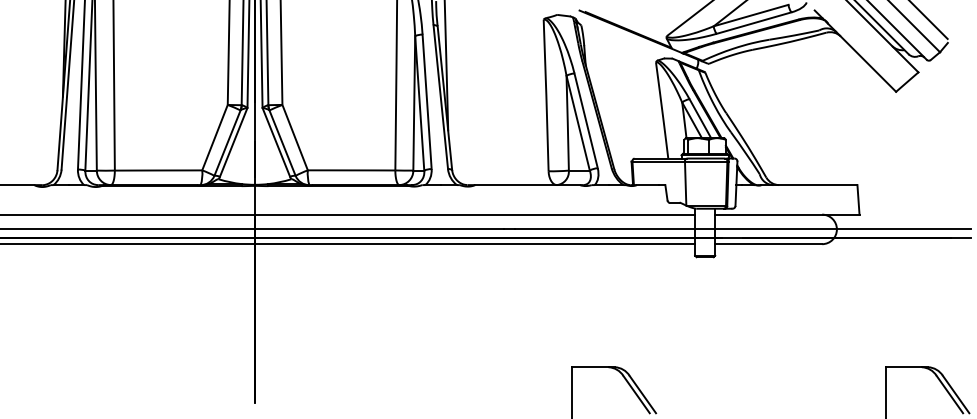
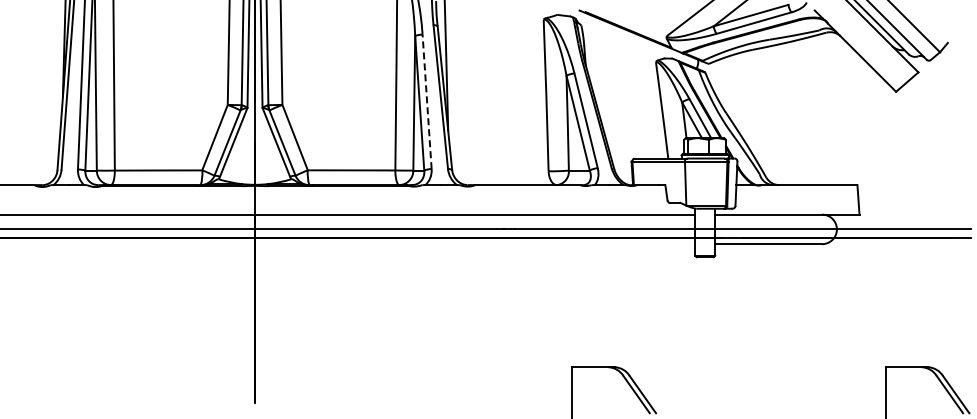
line at (928, 20): present -> none
line at (427, 101): solid -> dashed
line at (348, 244): present -> none
